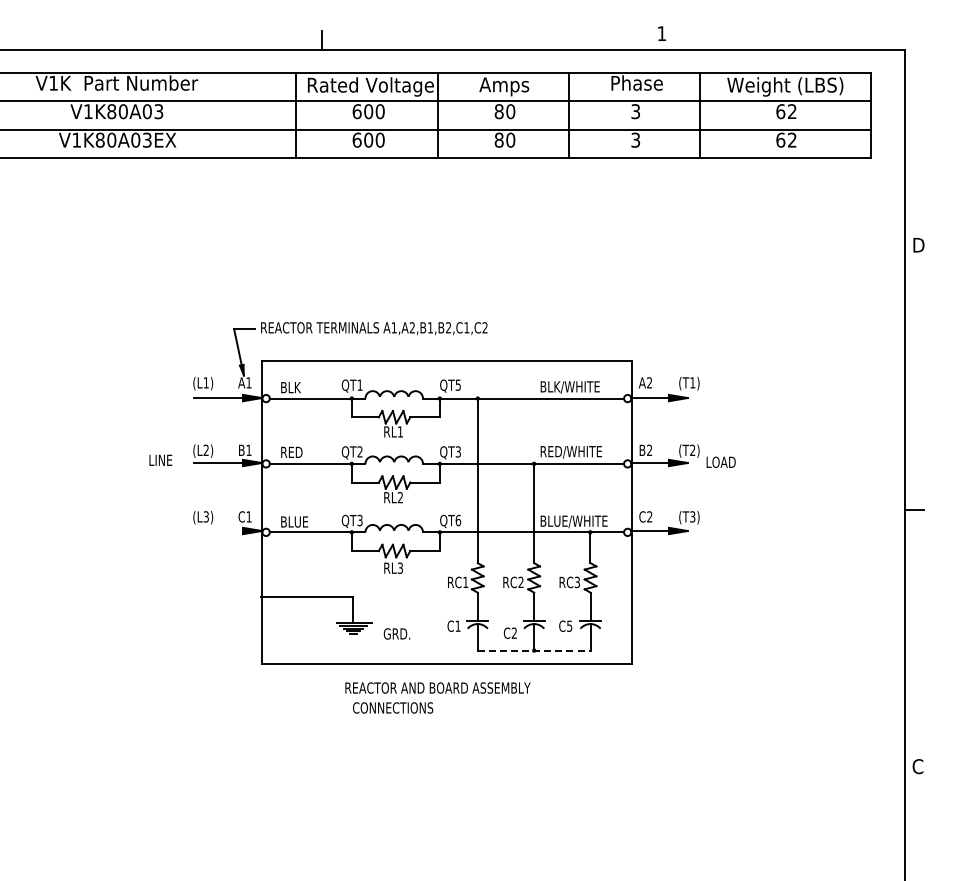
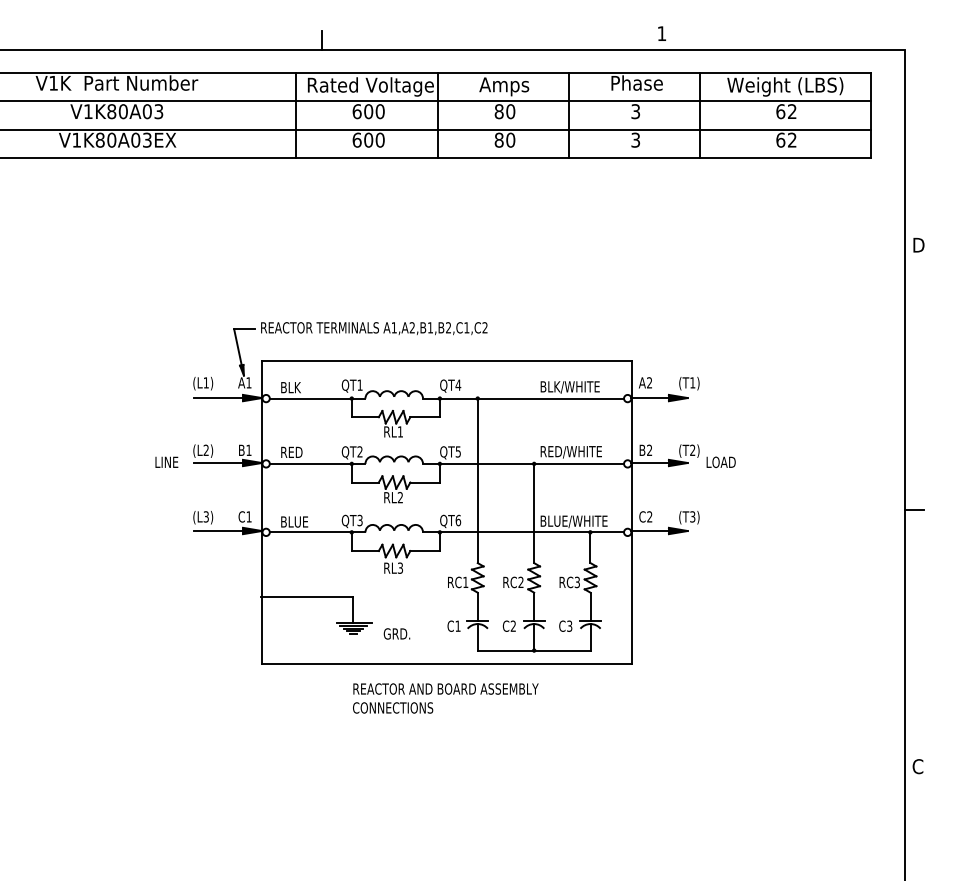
text at (458, 384): QT5 -> QT4
text at (458, 451): QT3 -> QT5
text at (160, 459) position: (160, 459) -> (166, 461)
line at (218, 531): none -> present
text at (569, 625): C5 -> C3
text at (509, 632) position: (509, 632) -> (508, 625)
line at (534, 650): dashed -> solid
text at (437, 687) position: (437, 687) -> (445, 688)
